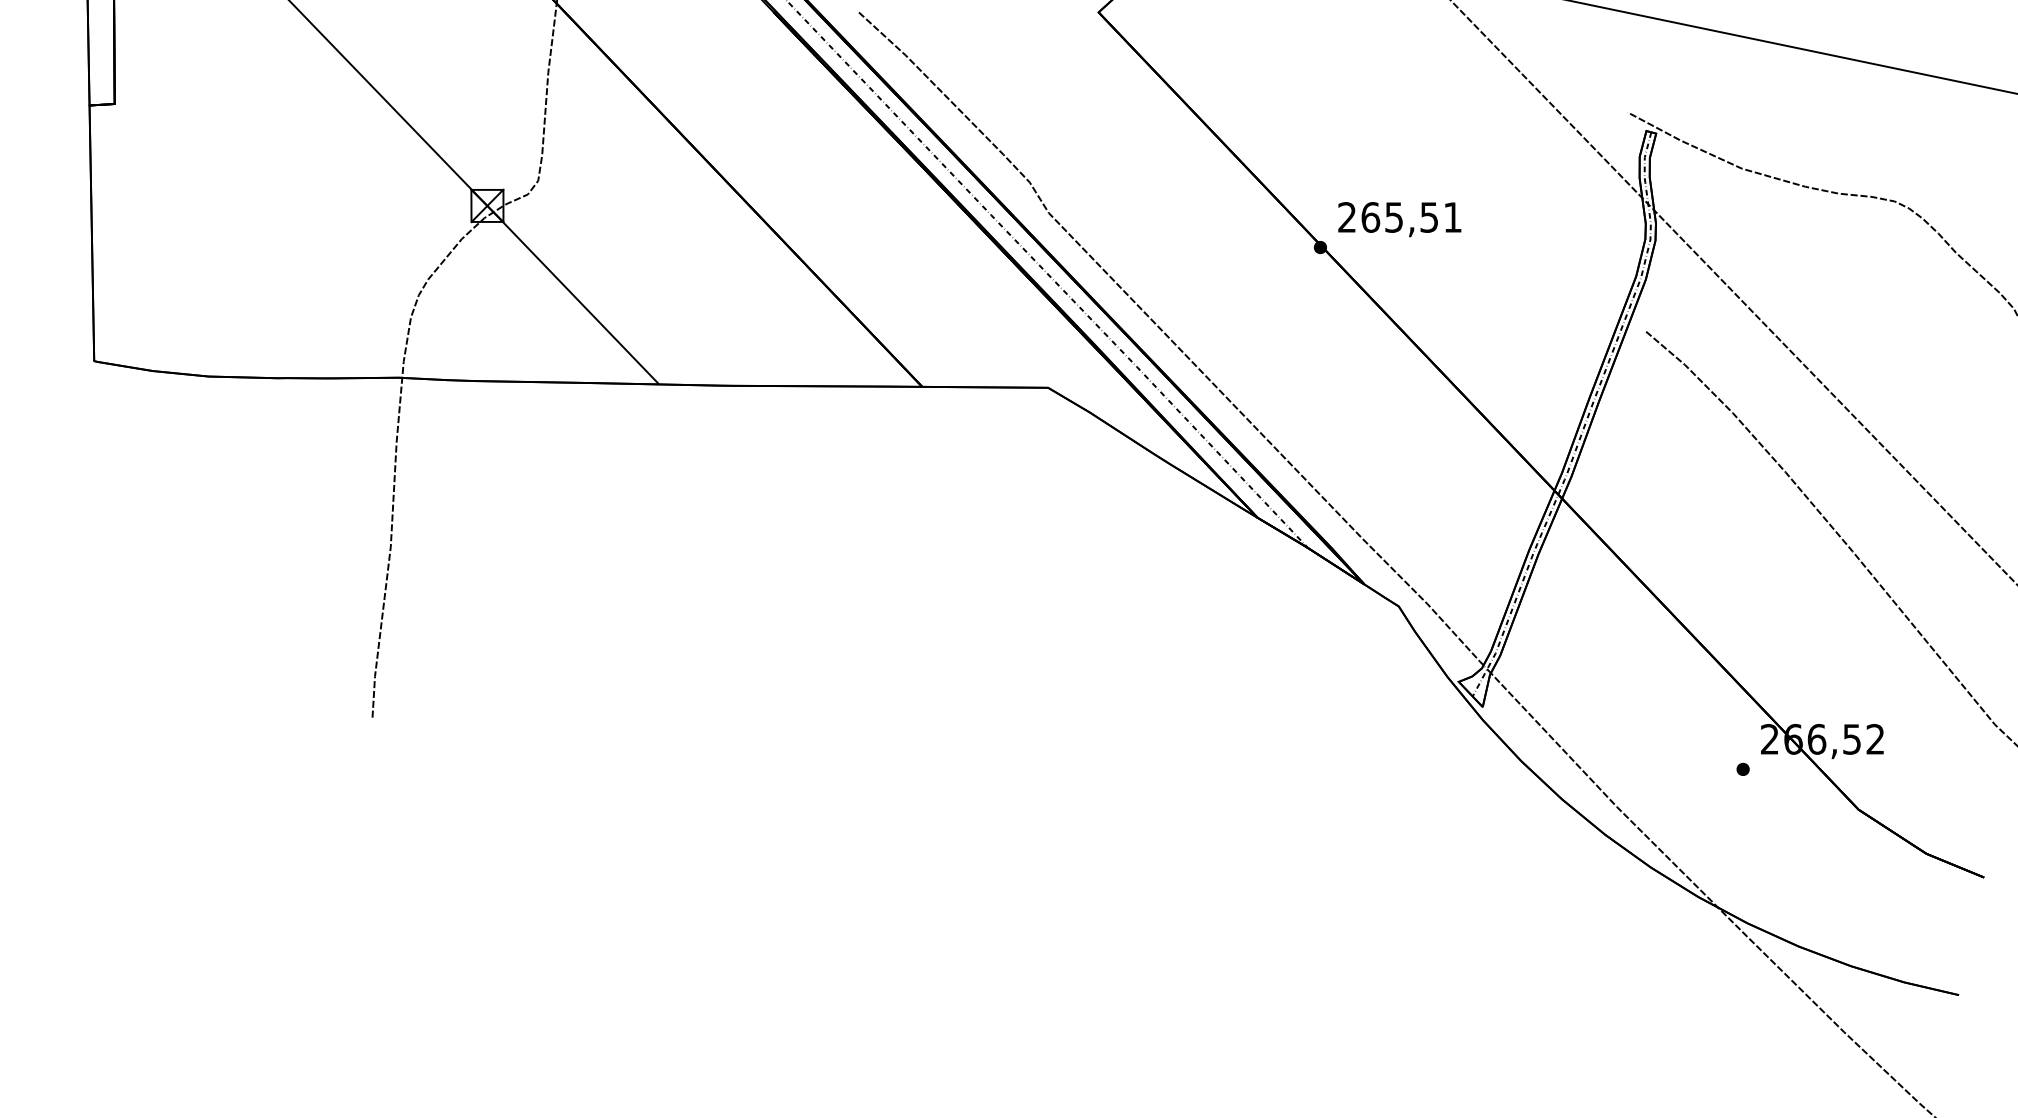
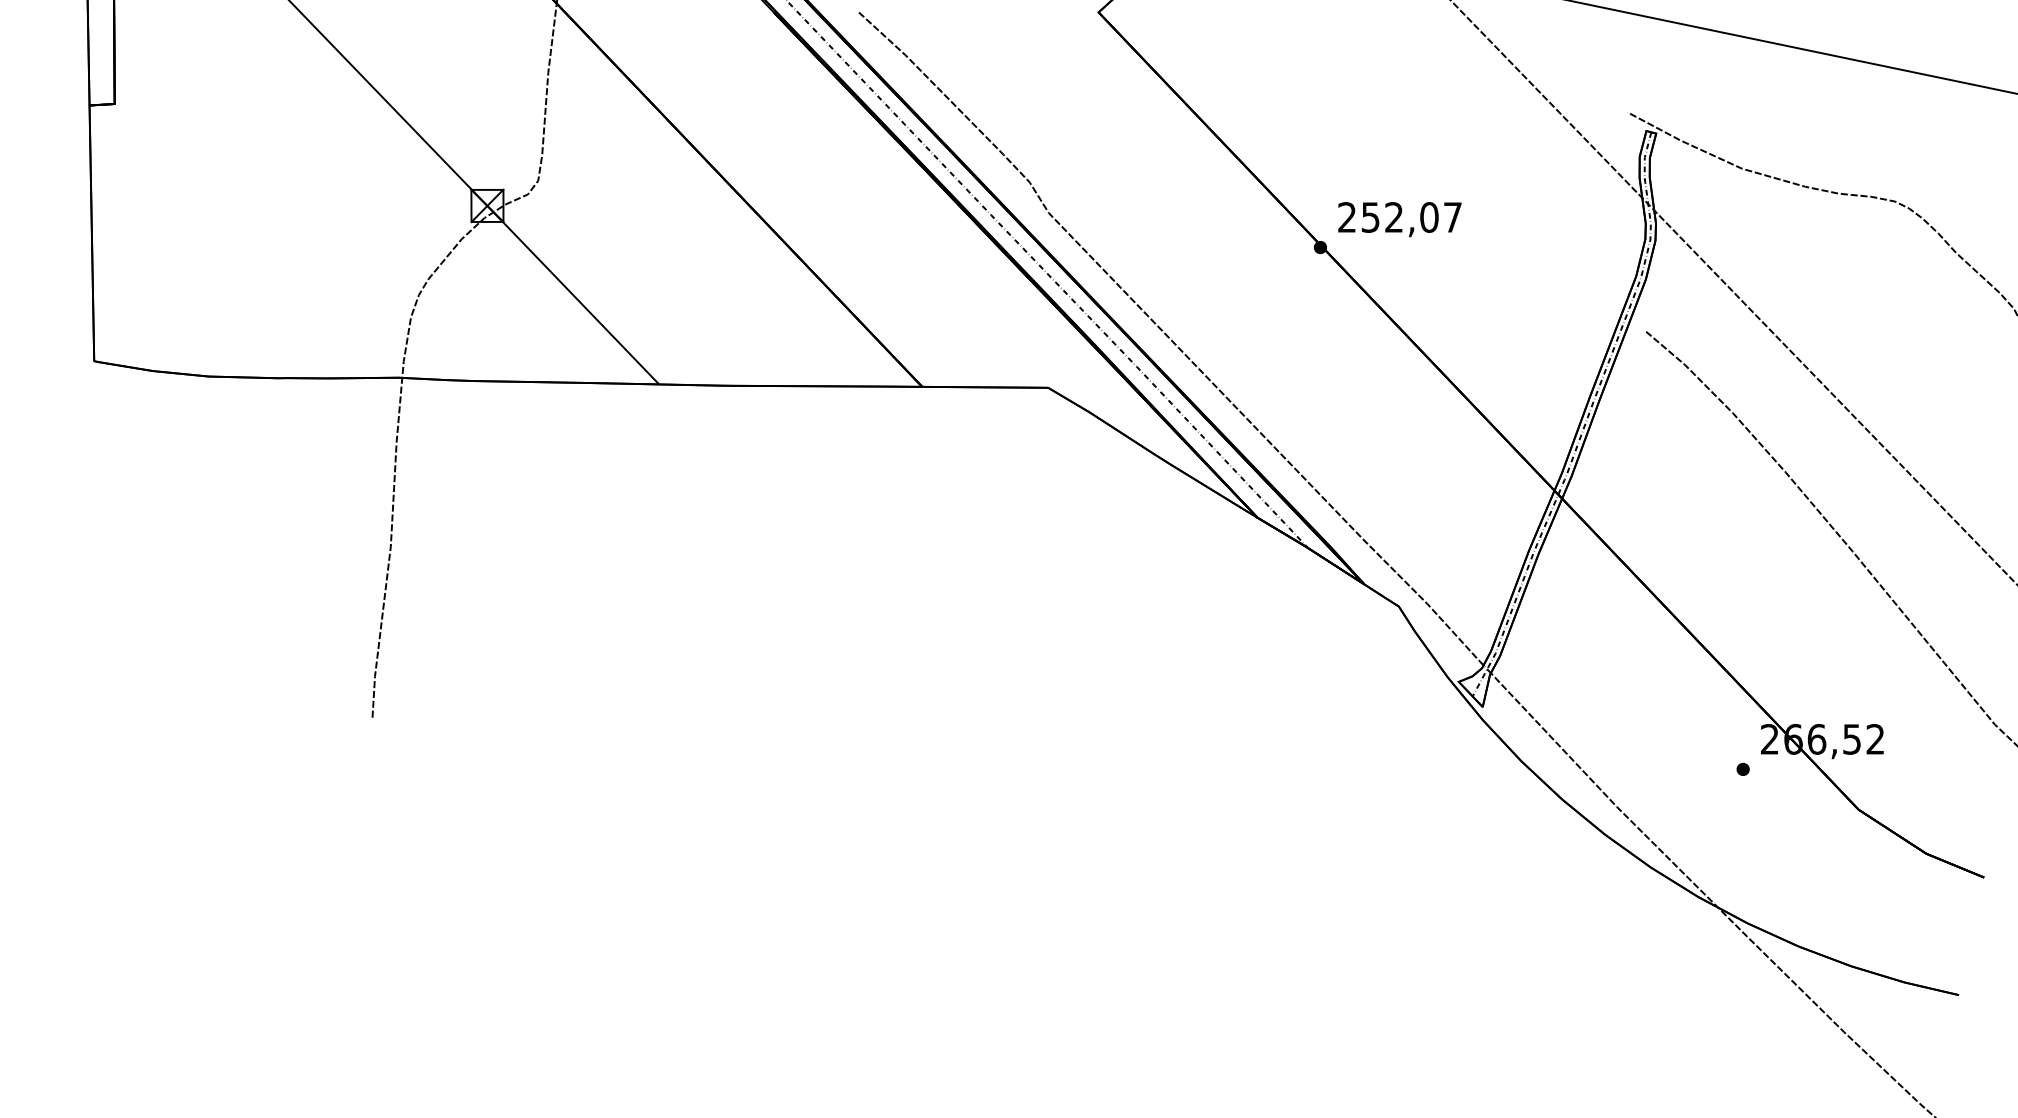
text at (1411, 217): 265,51 -> 252,07
